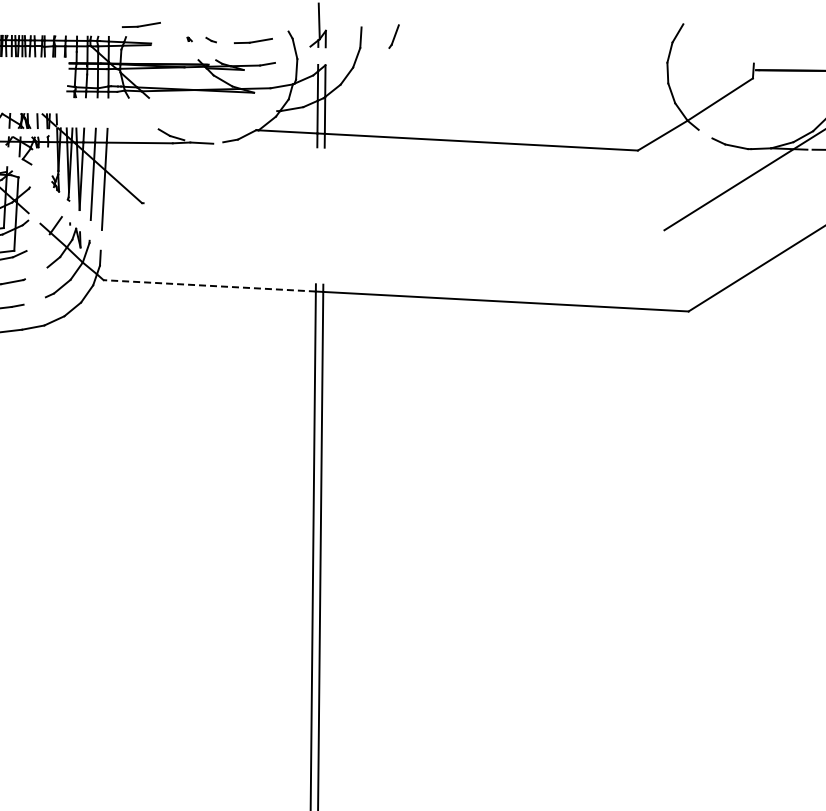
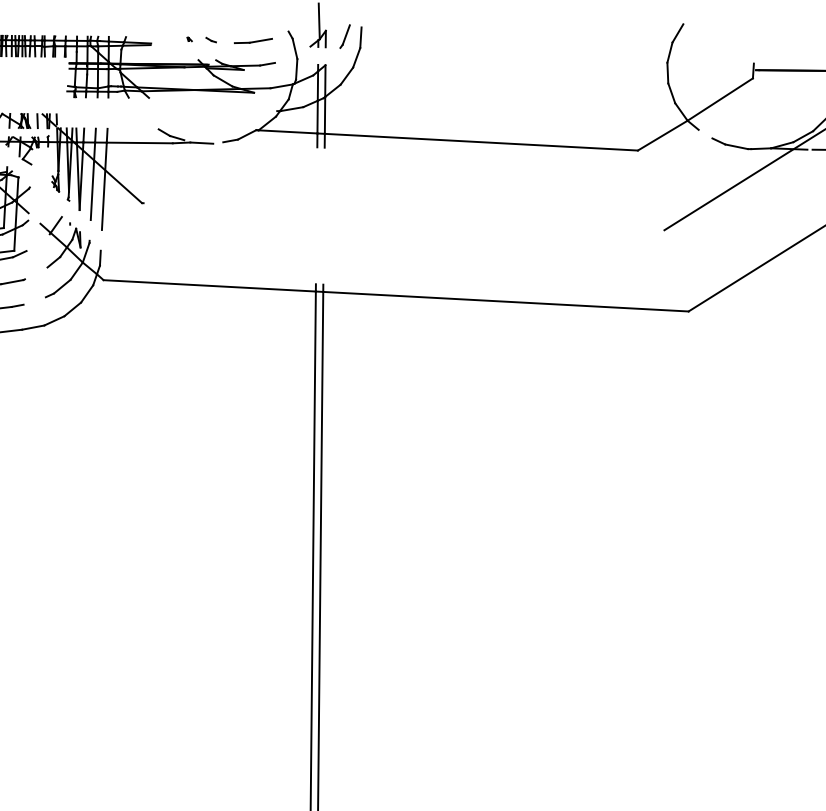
part at (141, 24): present -> none
line at (393, 36) position: (393, 36) -> (344, 36)
line at (209, 285): dashed -> solid
